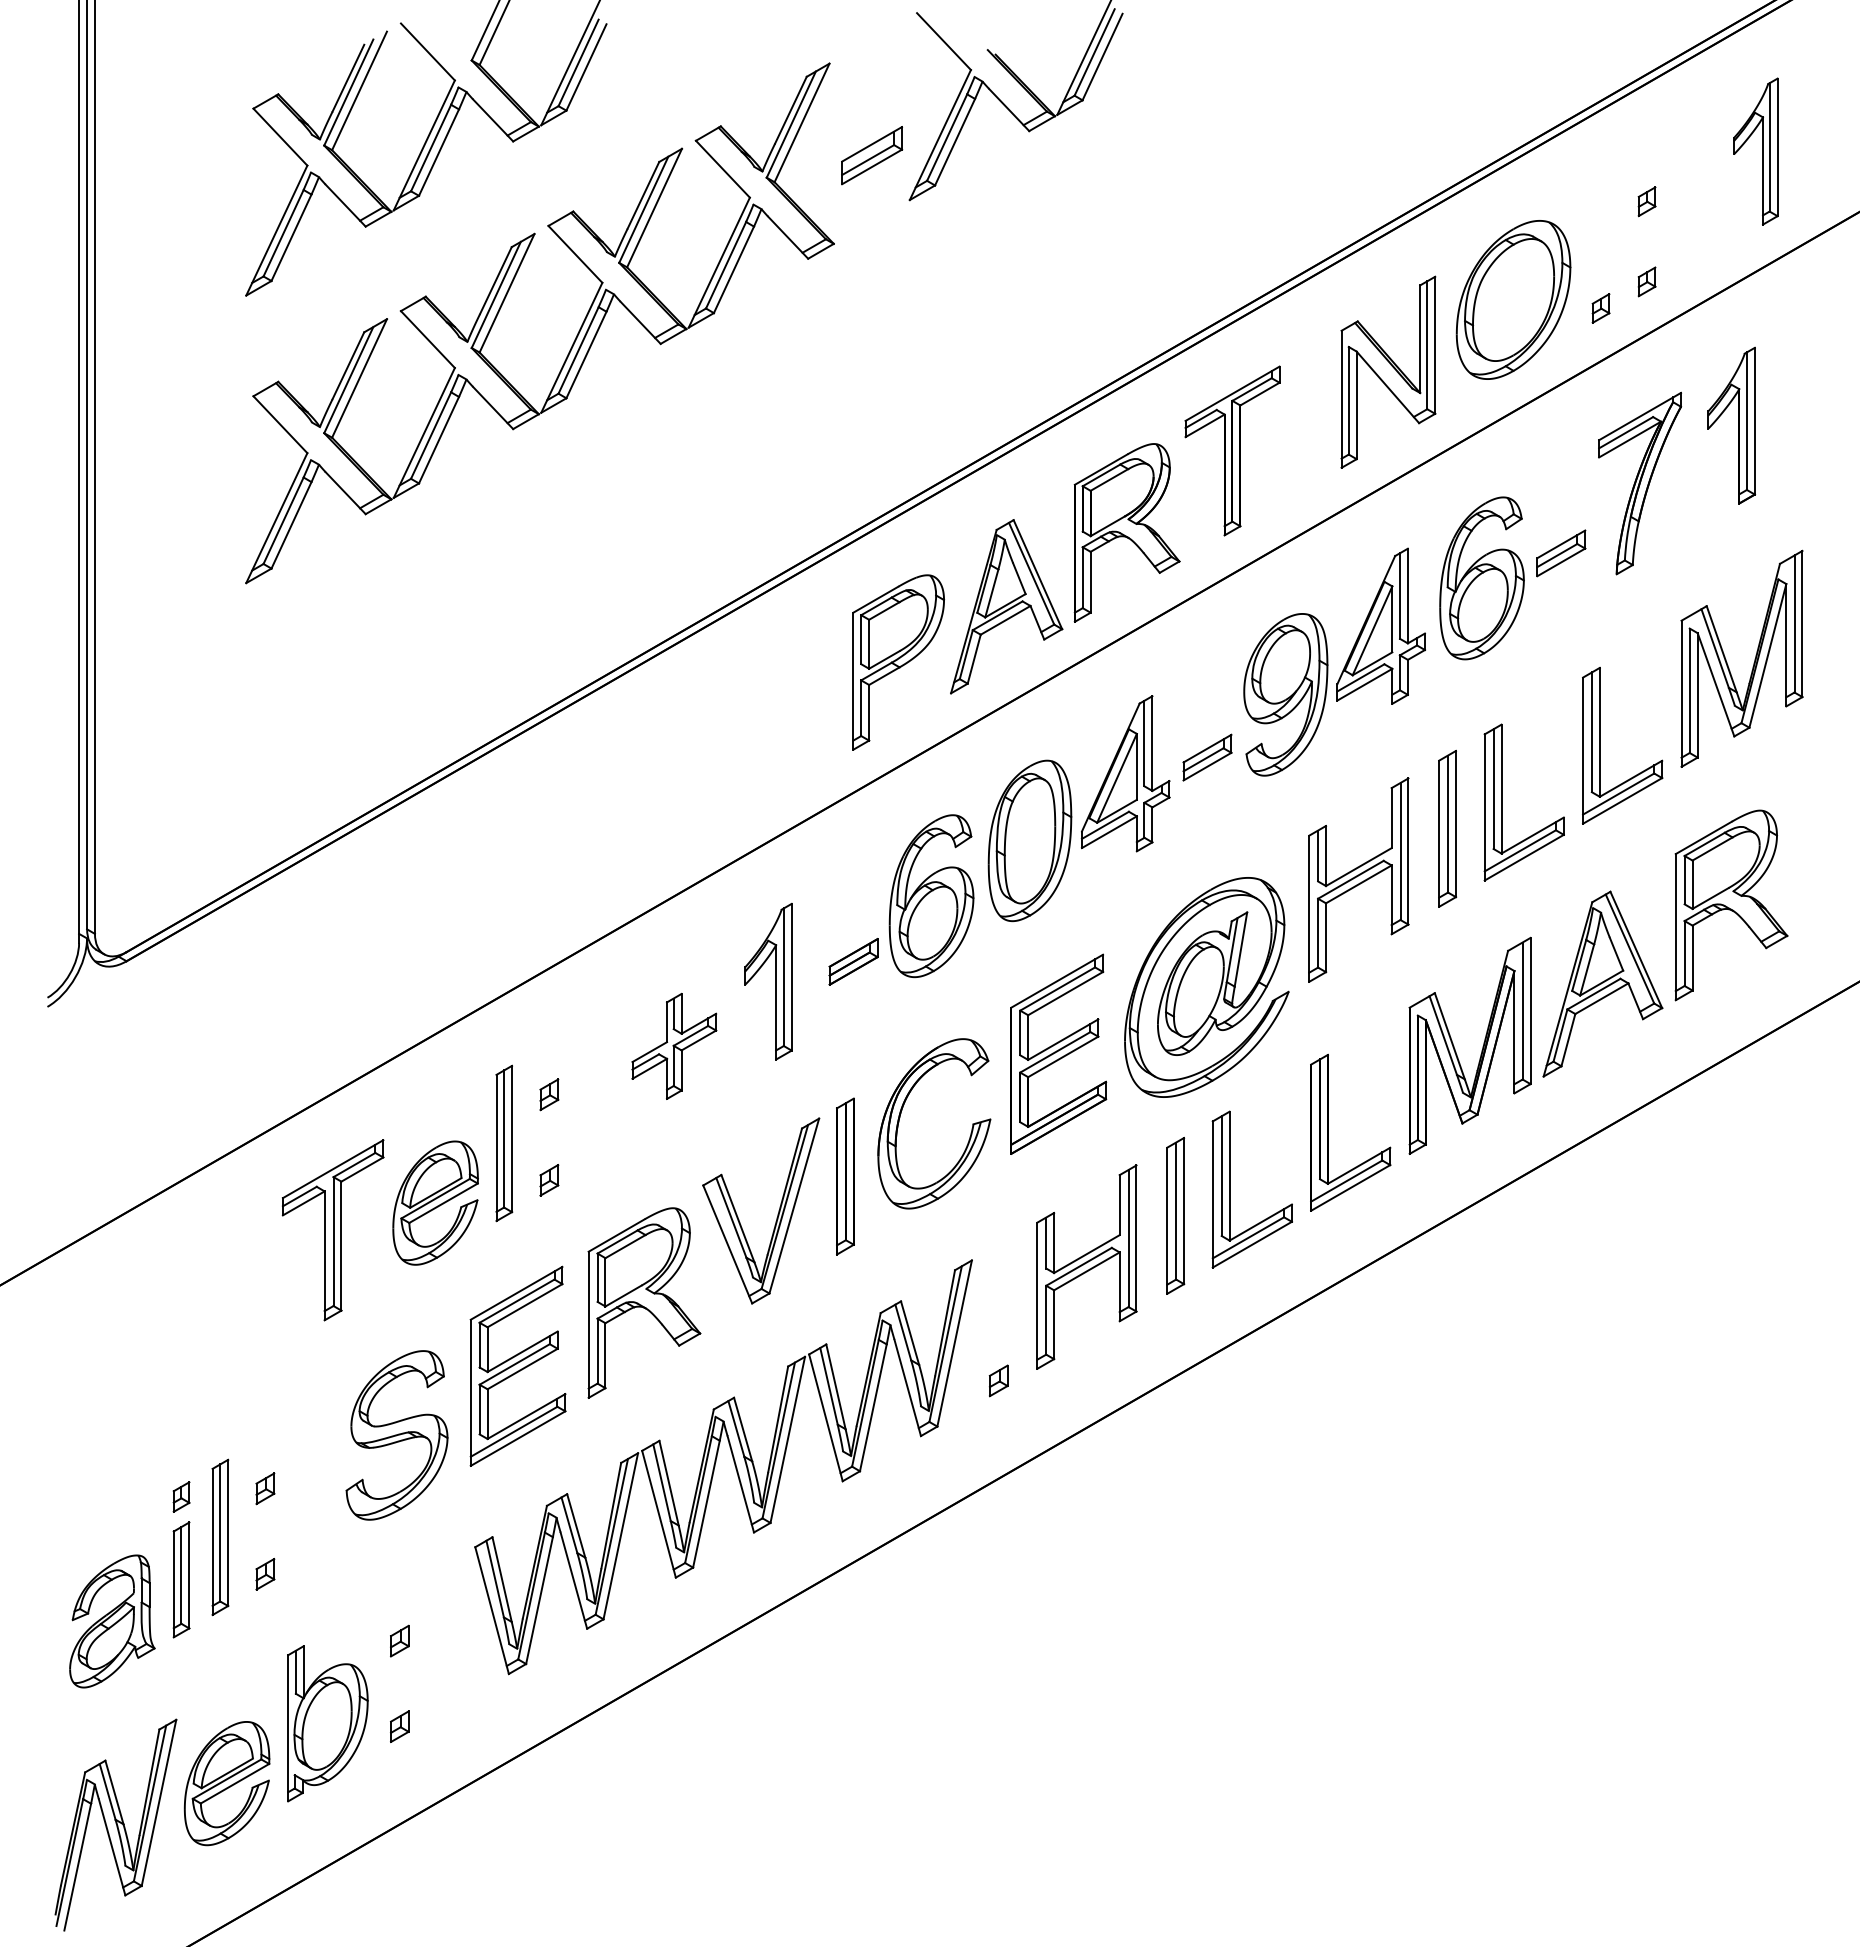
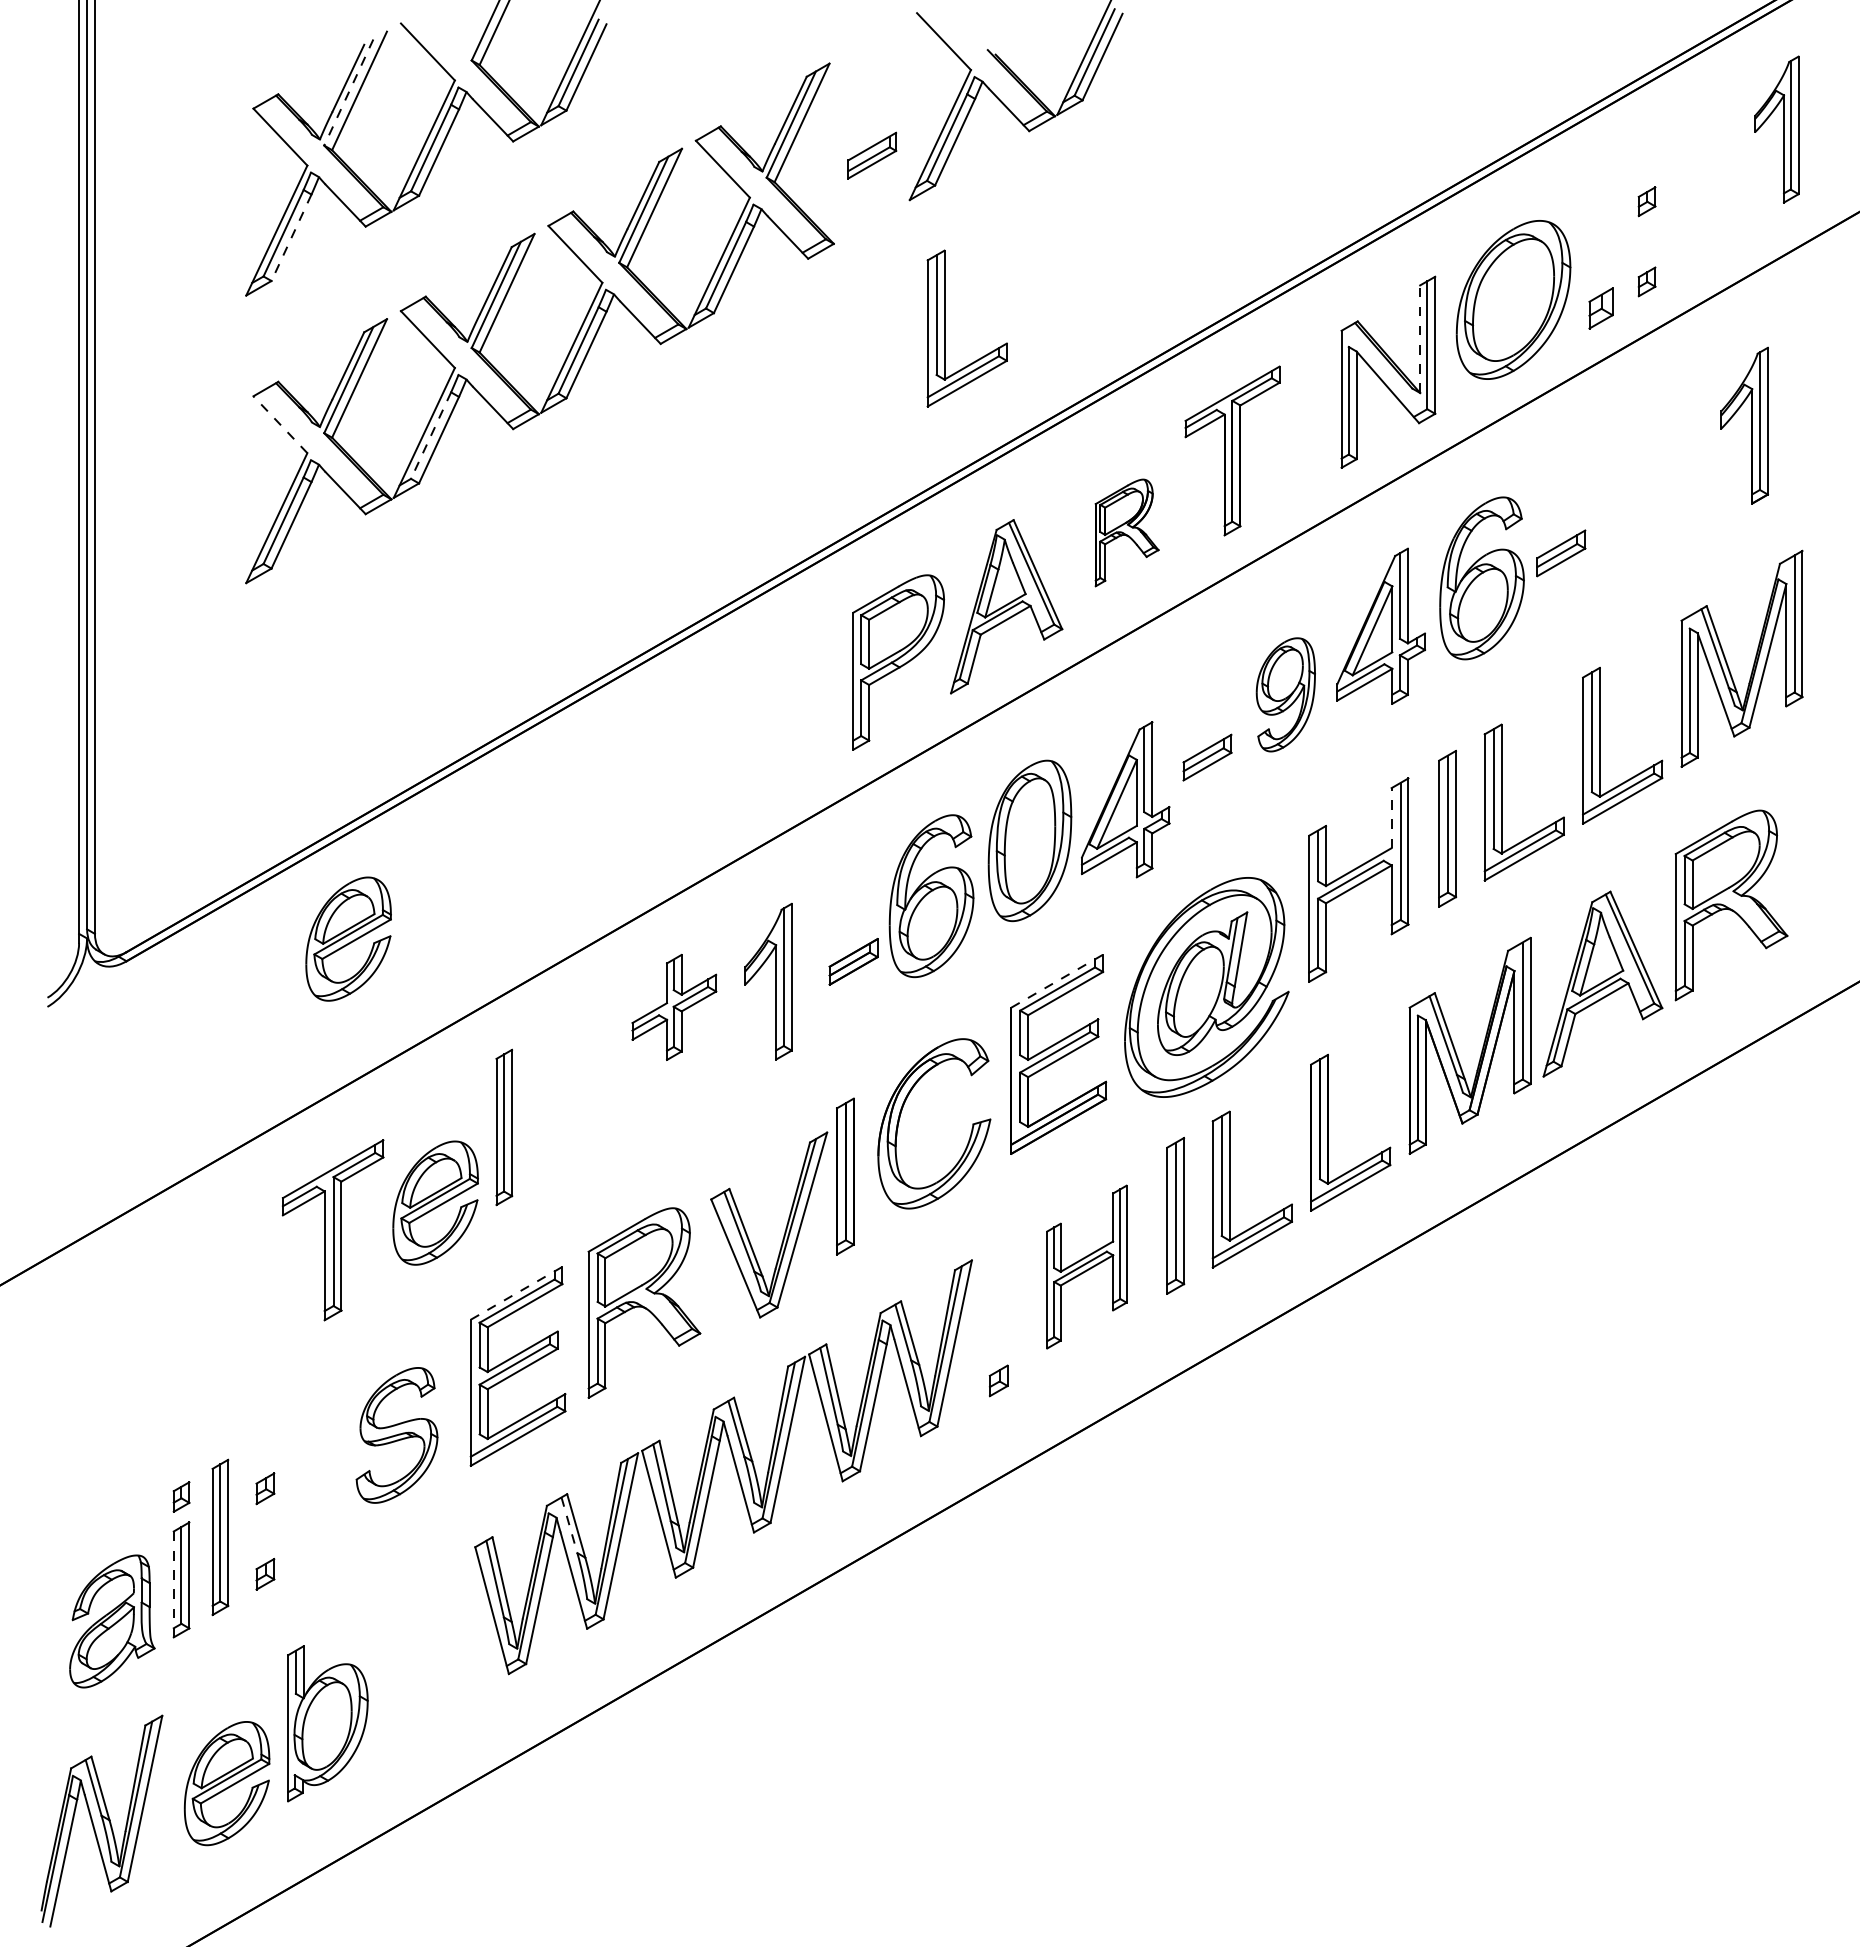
line at (348, 93): solid -> dashed
part at (1762, 151) position: (1762, 151) -> (1783, 129)
part at (872, 155) size: 63x60 px -> 51x49 px
line at (291, 237): solid -> dashed
part at (1600, 308) size: 20x31 px -> 26x43 px
part at (945, 328): none -> present
line at (1420, 339): solid -> dashed
line at (280, 424): solid -> dashed
part at (1738, 425) position: (1738, 425) -> (1751, 425)
line at (431, 435): solid -> dashed
part at (1640, 483): present -> none
part at (1126, 532) size: 108x180 px -> 66x110 px
part at (1285, 694) size: 86x164 px -> 61x116 px
part at (1125, 773) position: (1125, 773) -> (1125, 799)
line at (1391, 817): solid -> dashed
part at (348, 938): none -> present
line at (1057, 981): solid -> dashed
part at (674, 1045) position: (674, 1045) -> (674, 1006)
part at (549, 1094): present -> none
part at (504, 1143) position: (504, 1143) -> (504, 1127)
part at (549, 1180): present -> none
part at (777, 1214) position: (777, 1214) -> (785, 1228)
part at (1086, 1266) size: 102x206 px -> 82x166 px
line at (516, 1293): solid -> dashed
part at (396, 1435) size: 104x171 px -> 84x137 px
line at (569, 1525): solid -> dashed
line at (173, 1584): solid -> dashed
part at (399, 1640): present -> none
part at (399, 1726): present -> none
part at (115, 1824) position: (115, 1824) -> (101, 1820)
